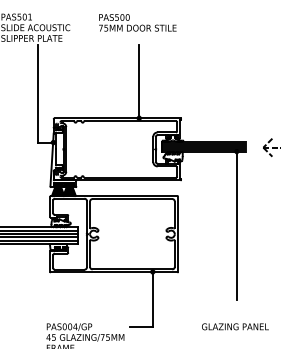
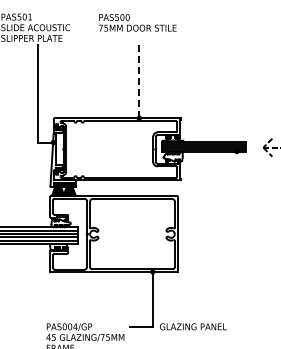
line at (139, 81): solid -> dashed
line at (236, 225): present -> none
text at (235, 326) position: (235, 326) -> (193, 326)
